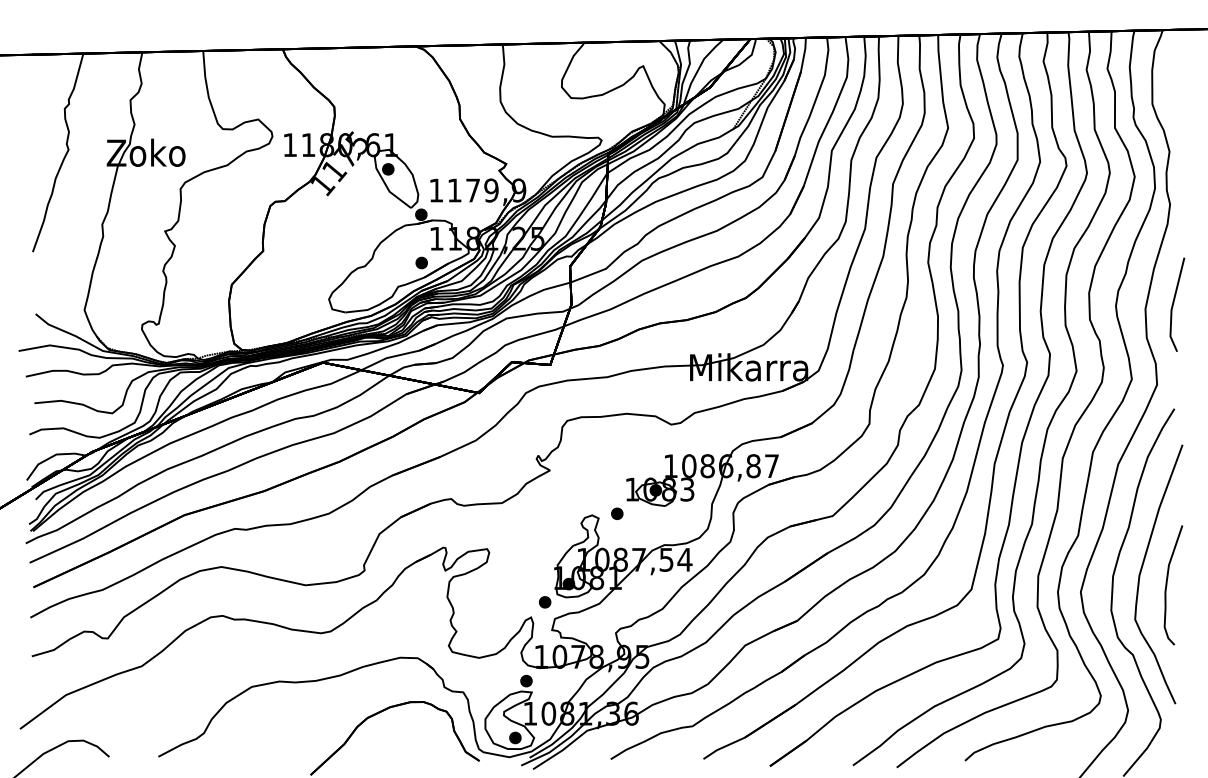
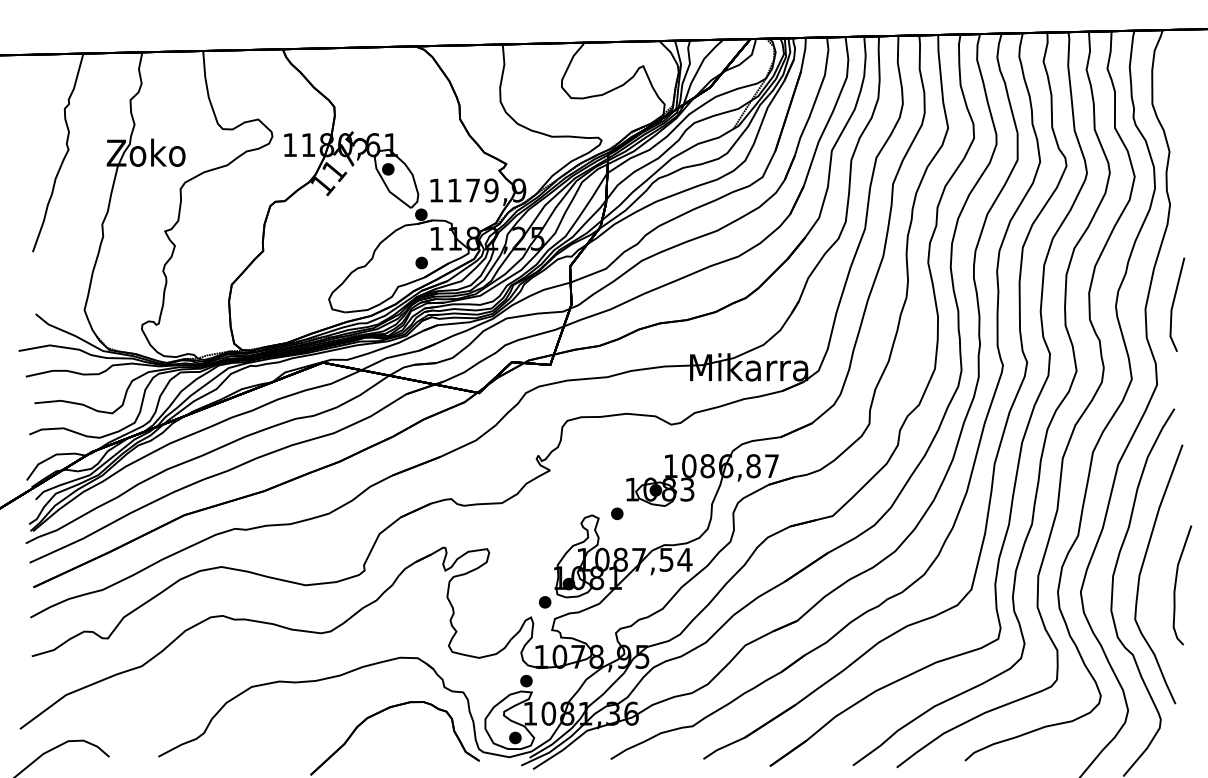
part at (1173, 585) position: (1173, 585) -> (1182, 585)
